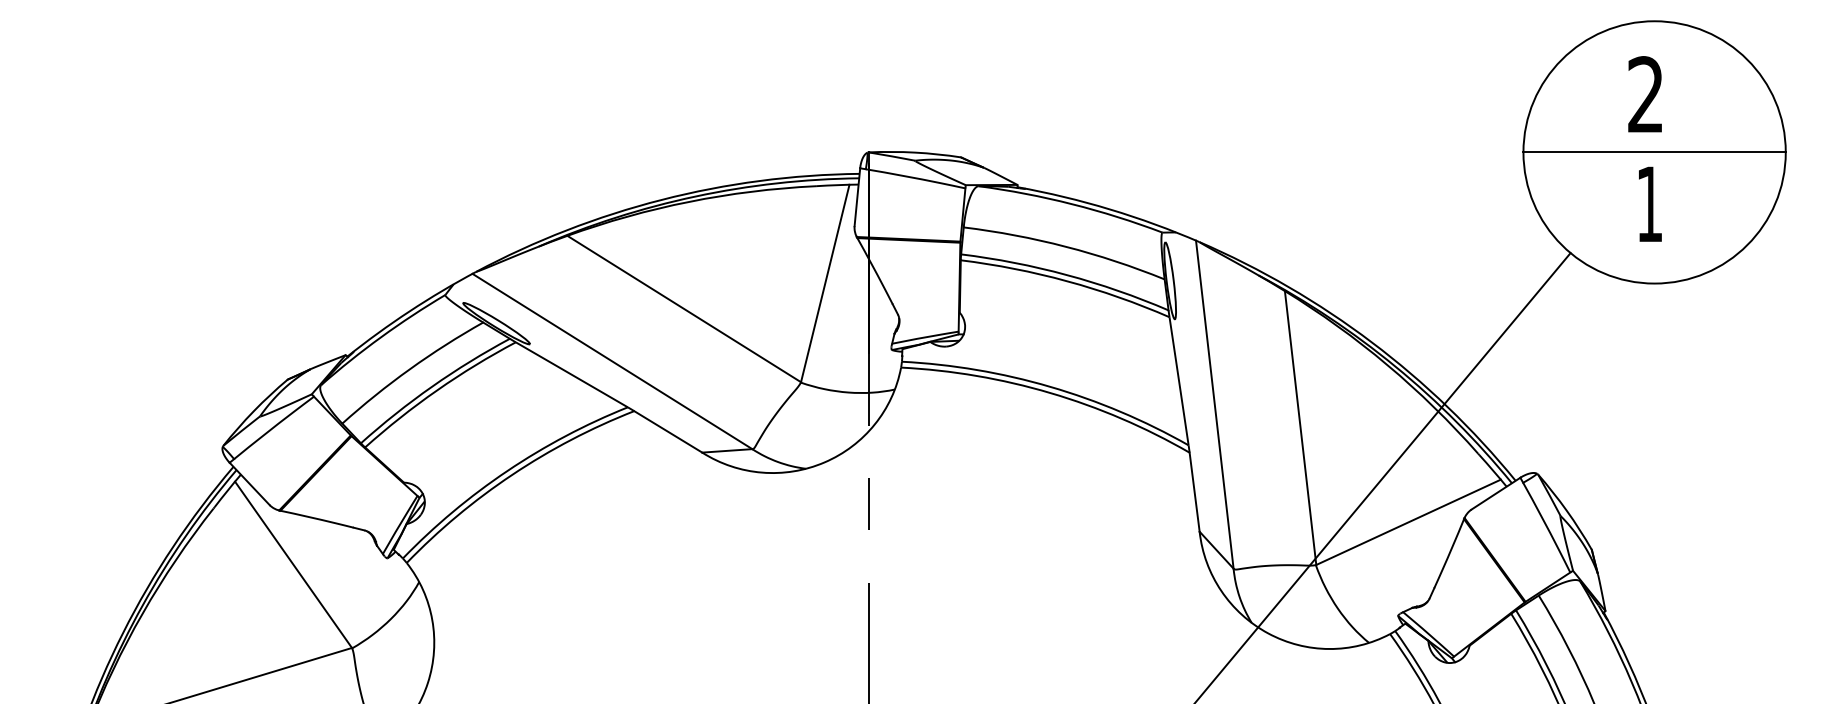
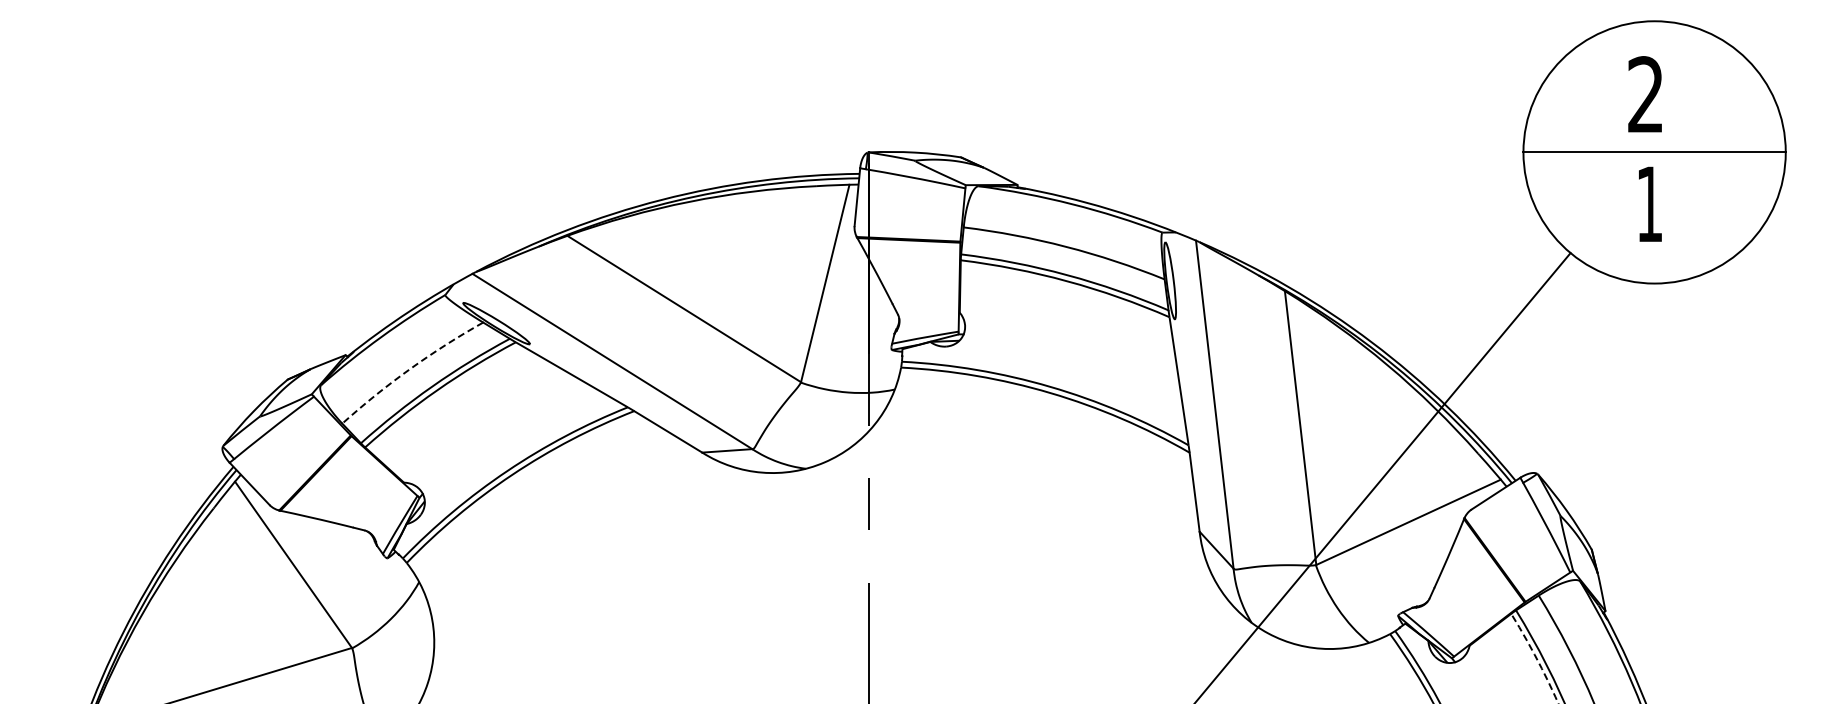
arc at (410, 369): solid -> dashed
arc at (1536, 657): solid -> dashed
